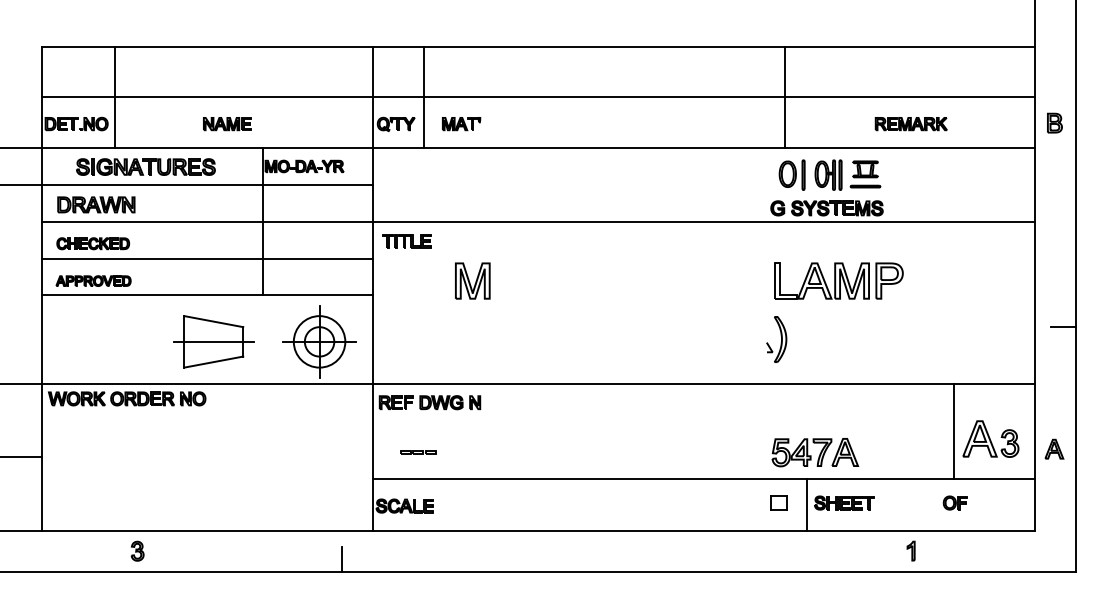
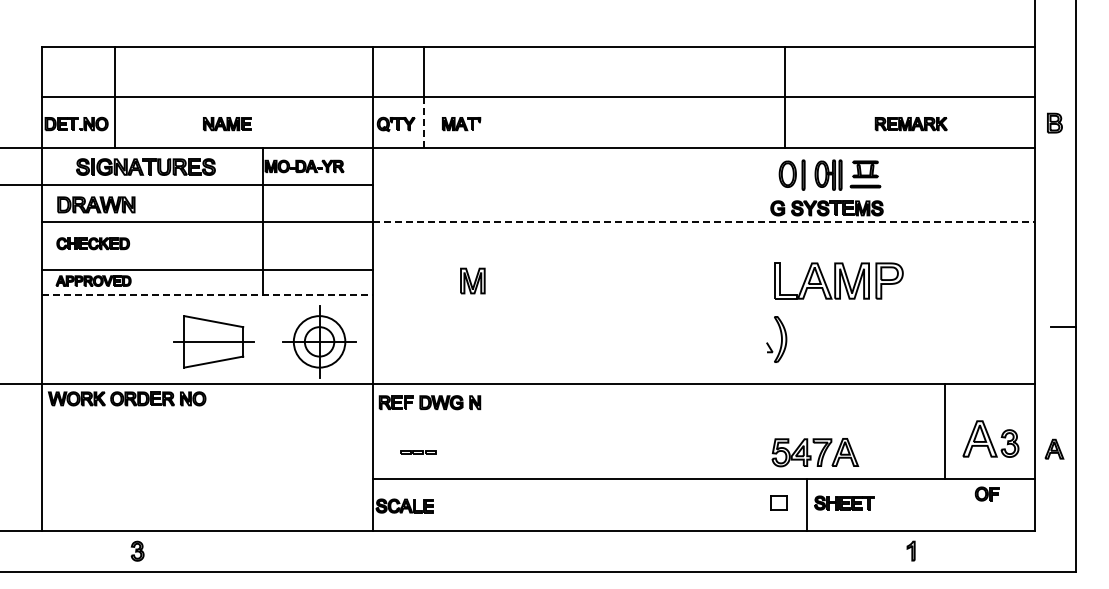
line at (424, 122): solid -> dashed
line at (704, 221): solid -> dashed
part at (406, 241): present -> none
line at (206, 258) position: (206, 258) -> (206, 269)
part at (472, 280) size: 36x38 px -> 26x28 px
line at (207, 295): solid -> dashed
line at (954, 431) position: (954, 431) -> (945, 431)
line at (21, 457): present -> none
part at (954, 502) position: (954, 502) -> (986, 493)
line at (342, 559): present -> none
